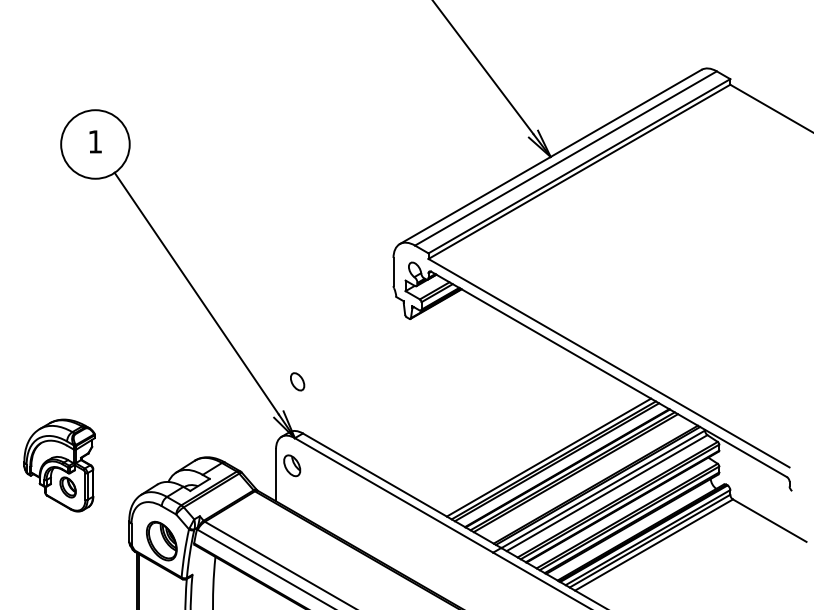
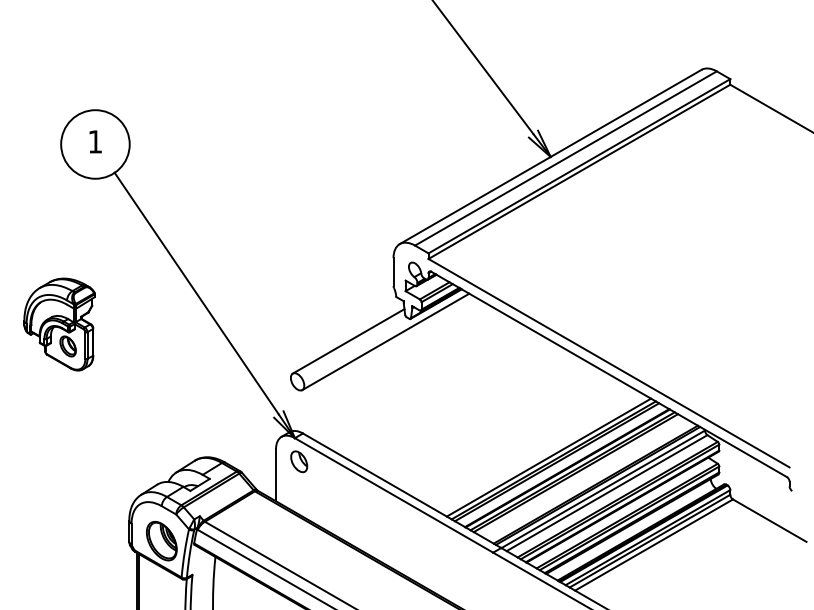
line at (348, 341): none -> present
line at (385, 341): none -> present
part at (59, 465) position: (59, 465) -> (59, 324)
part at (292, 465) position: (292, 465) -> (299, 461)
